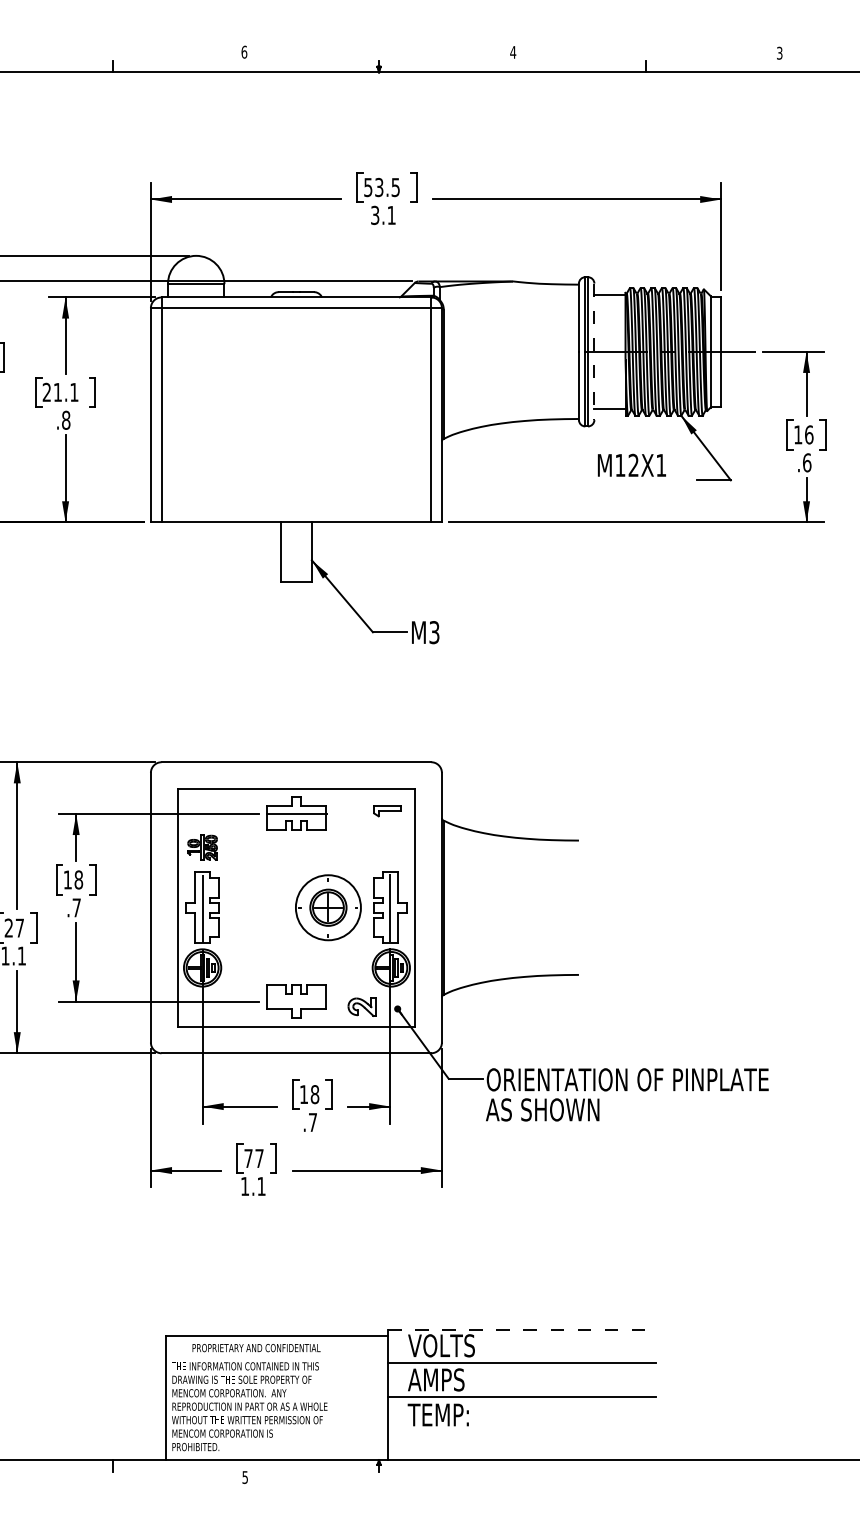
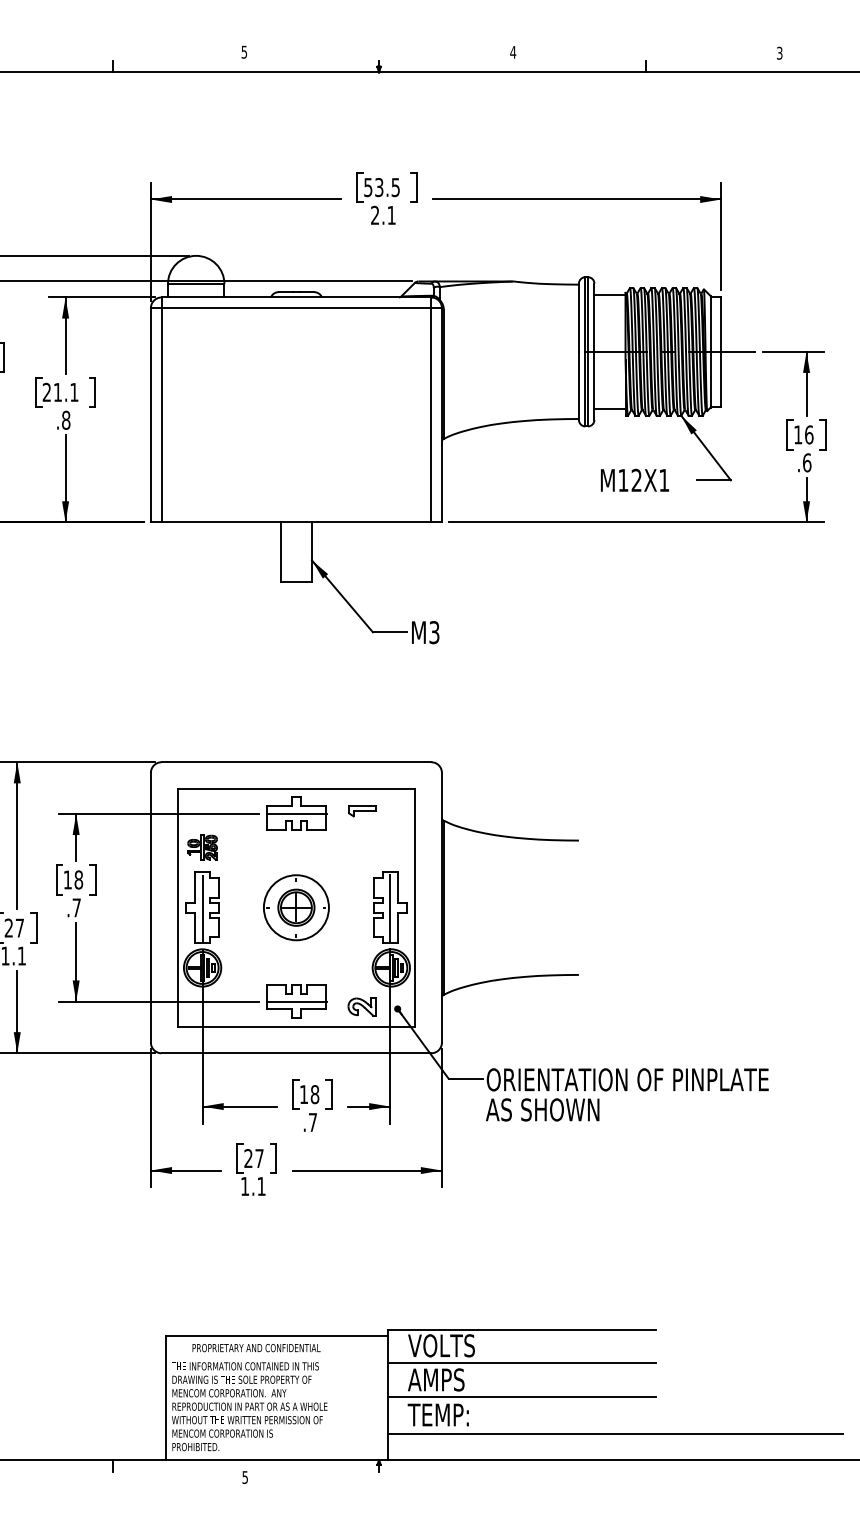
text at (244, 51): 6 -> 5
text at (375, 215): 3.1 -> 2.1
line at (594, 352): dashed -> solid
text at (631, 464) position: (631, 464) -> (634, 479)
part at (387, 811) position: (387, 811) -> (362, 811)
part at (328, 907) position: (328, 907) -> (296, 907)
line at (297, 1001): none -> present
text at (248, 1158): 77 -> 27
line at (521, 1329): dashed -> solid
line at (615, 1433): none -> present
